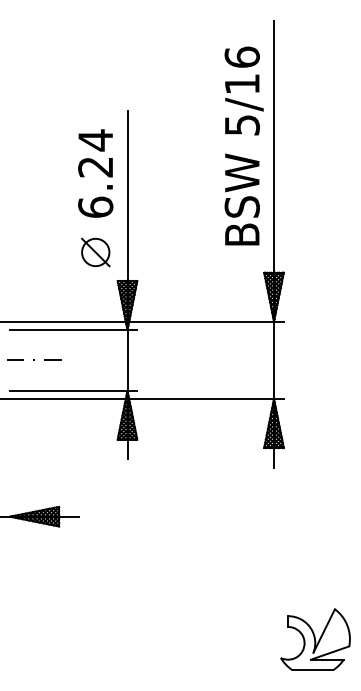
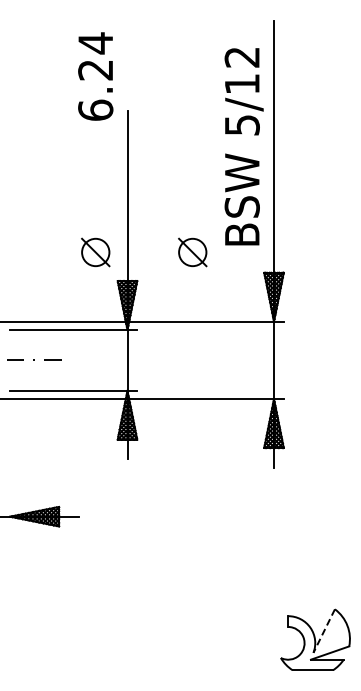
text at (241, 56): 5/16 -> 5/12
text at (95, 173) position: (95, 173) -> (95, 76)
part at (192, 252): none -> present
line at (323, 631): solid -> dashed
